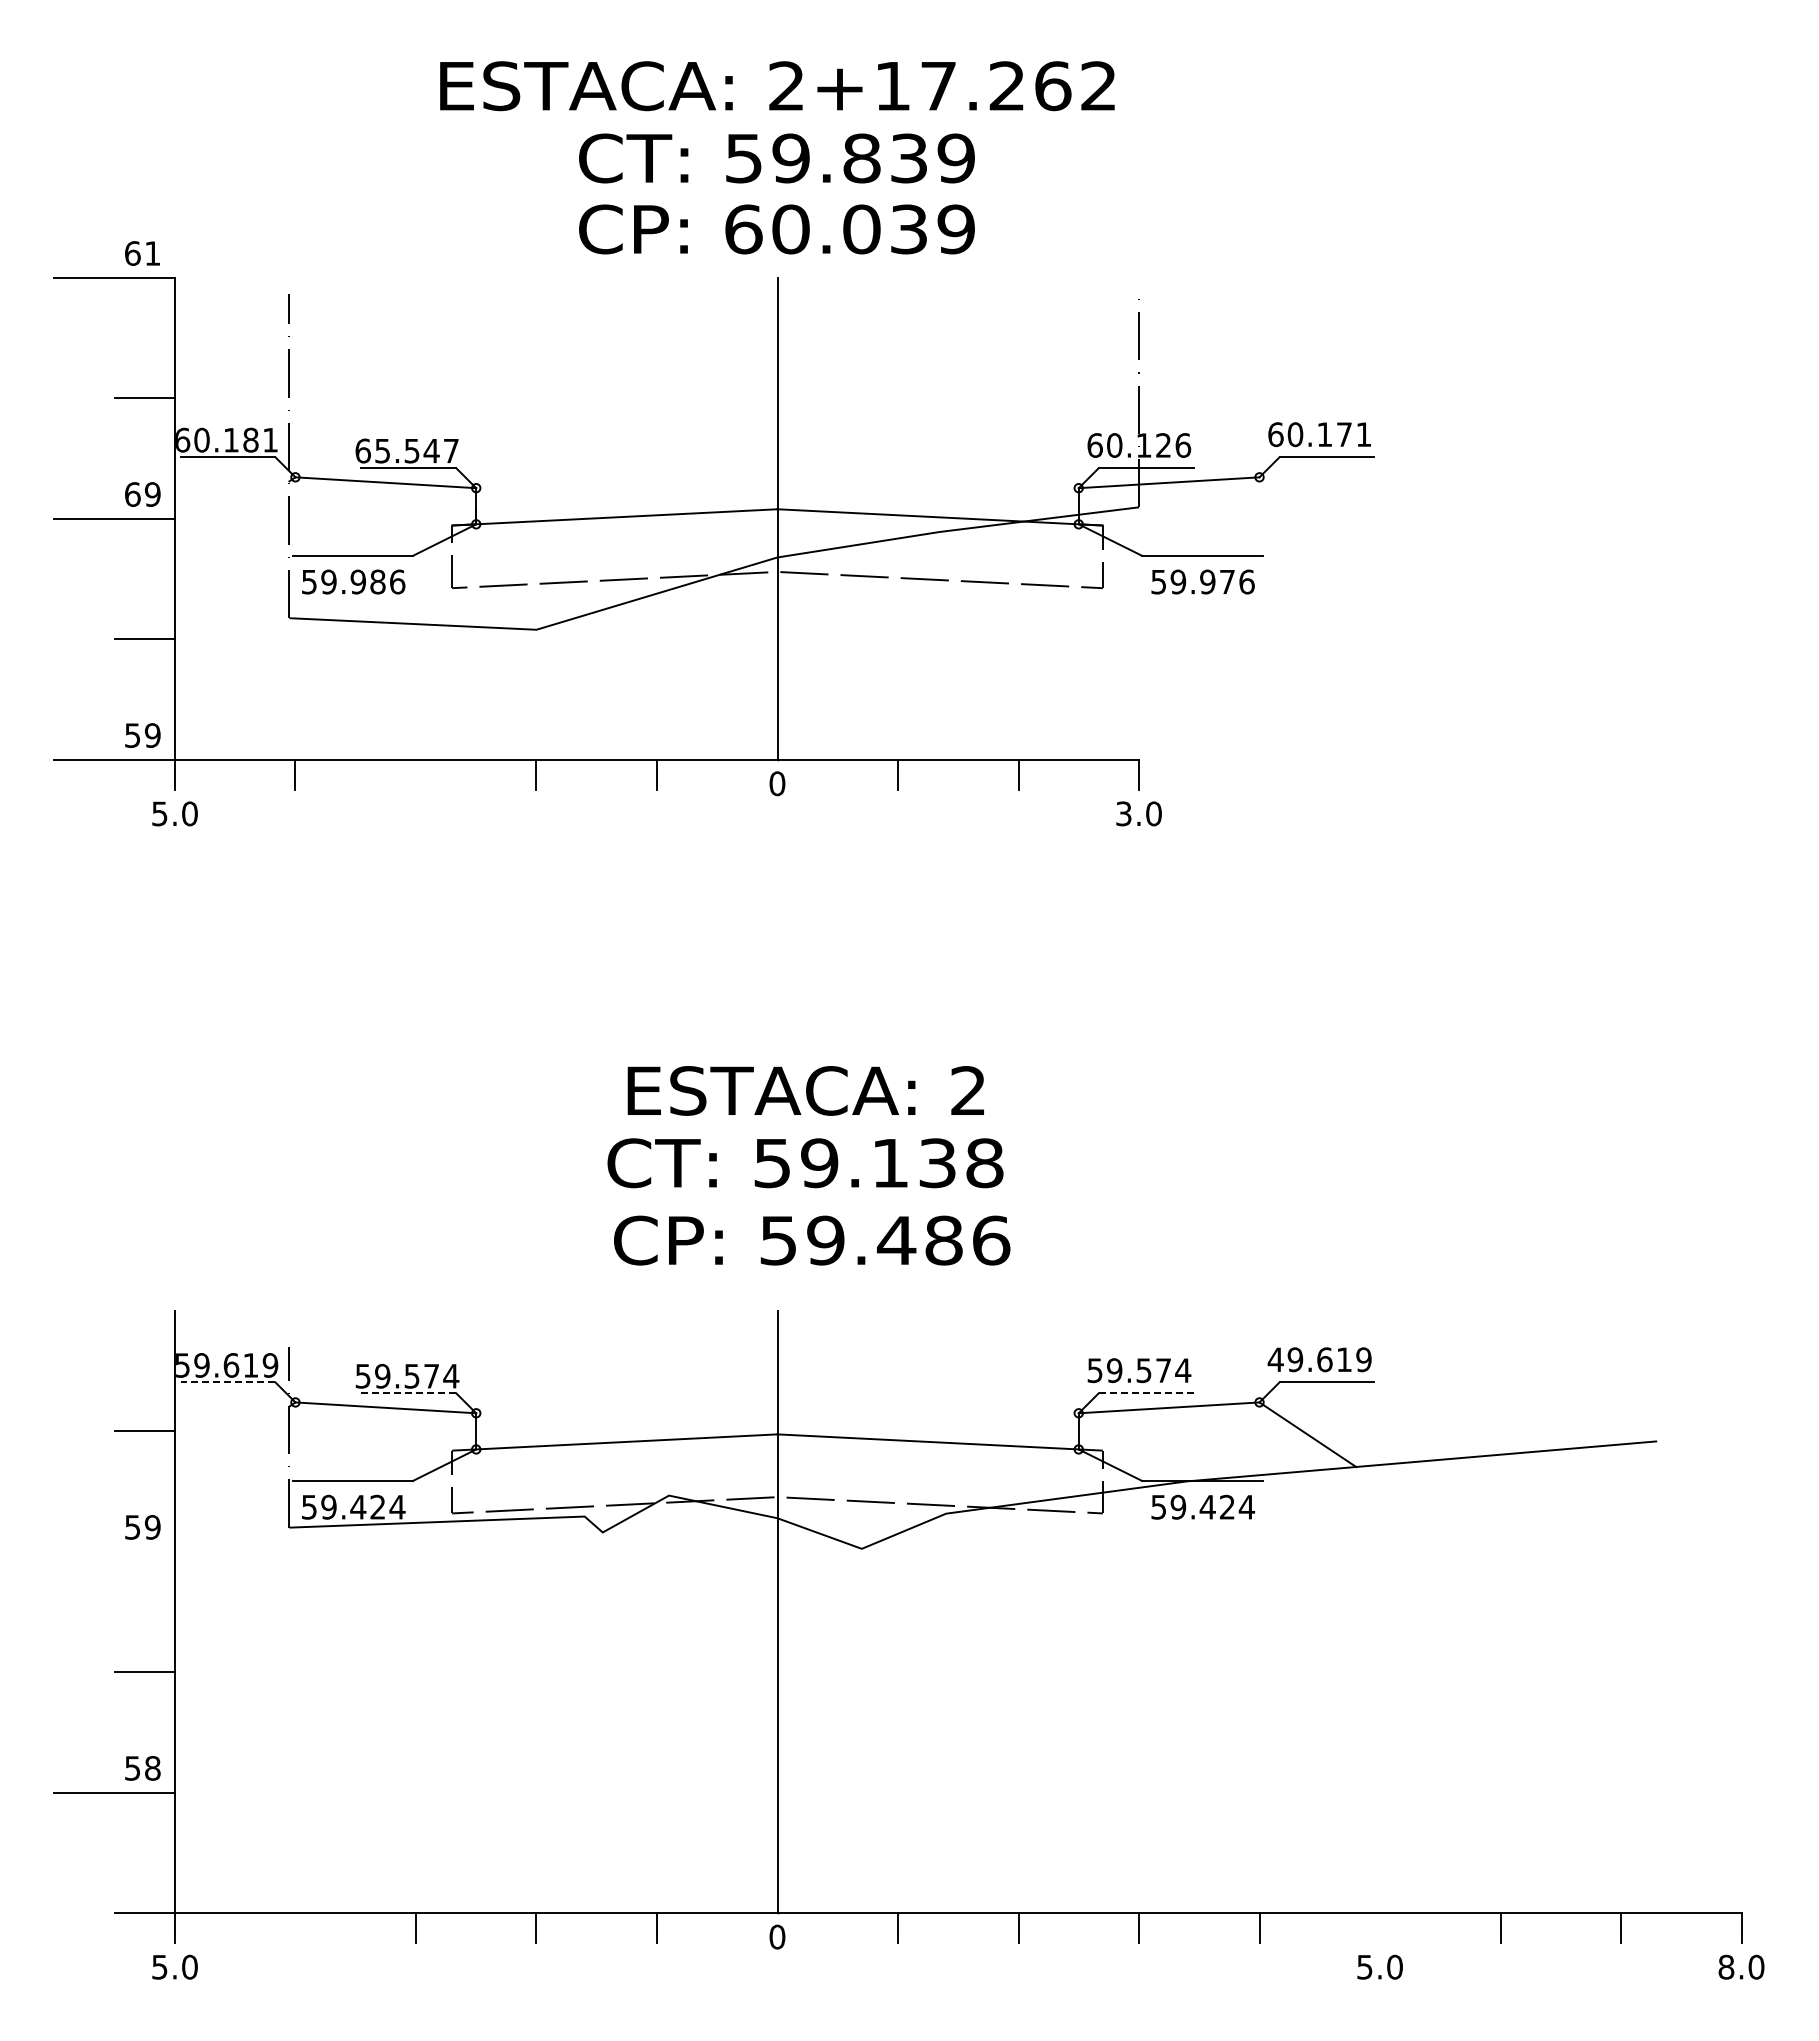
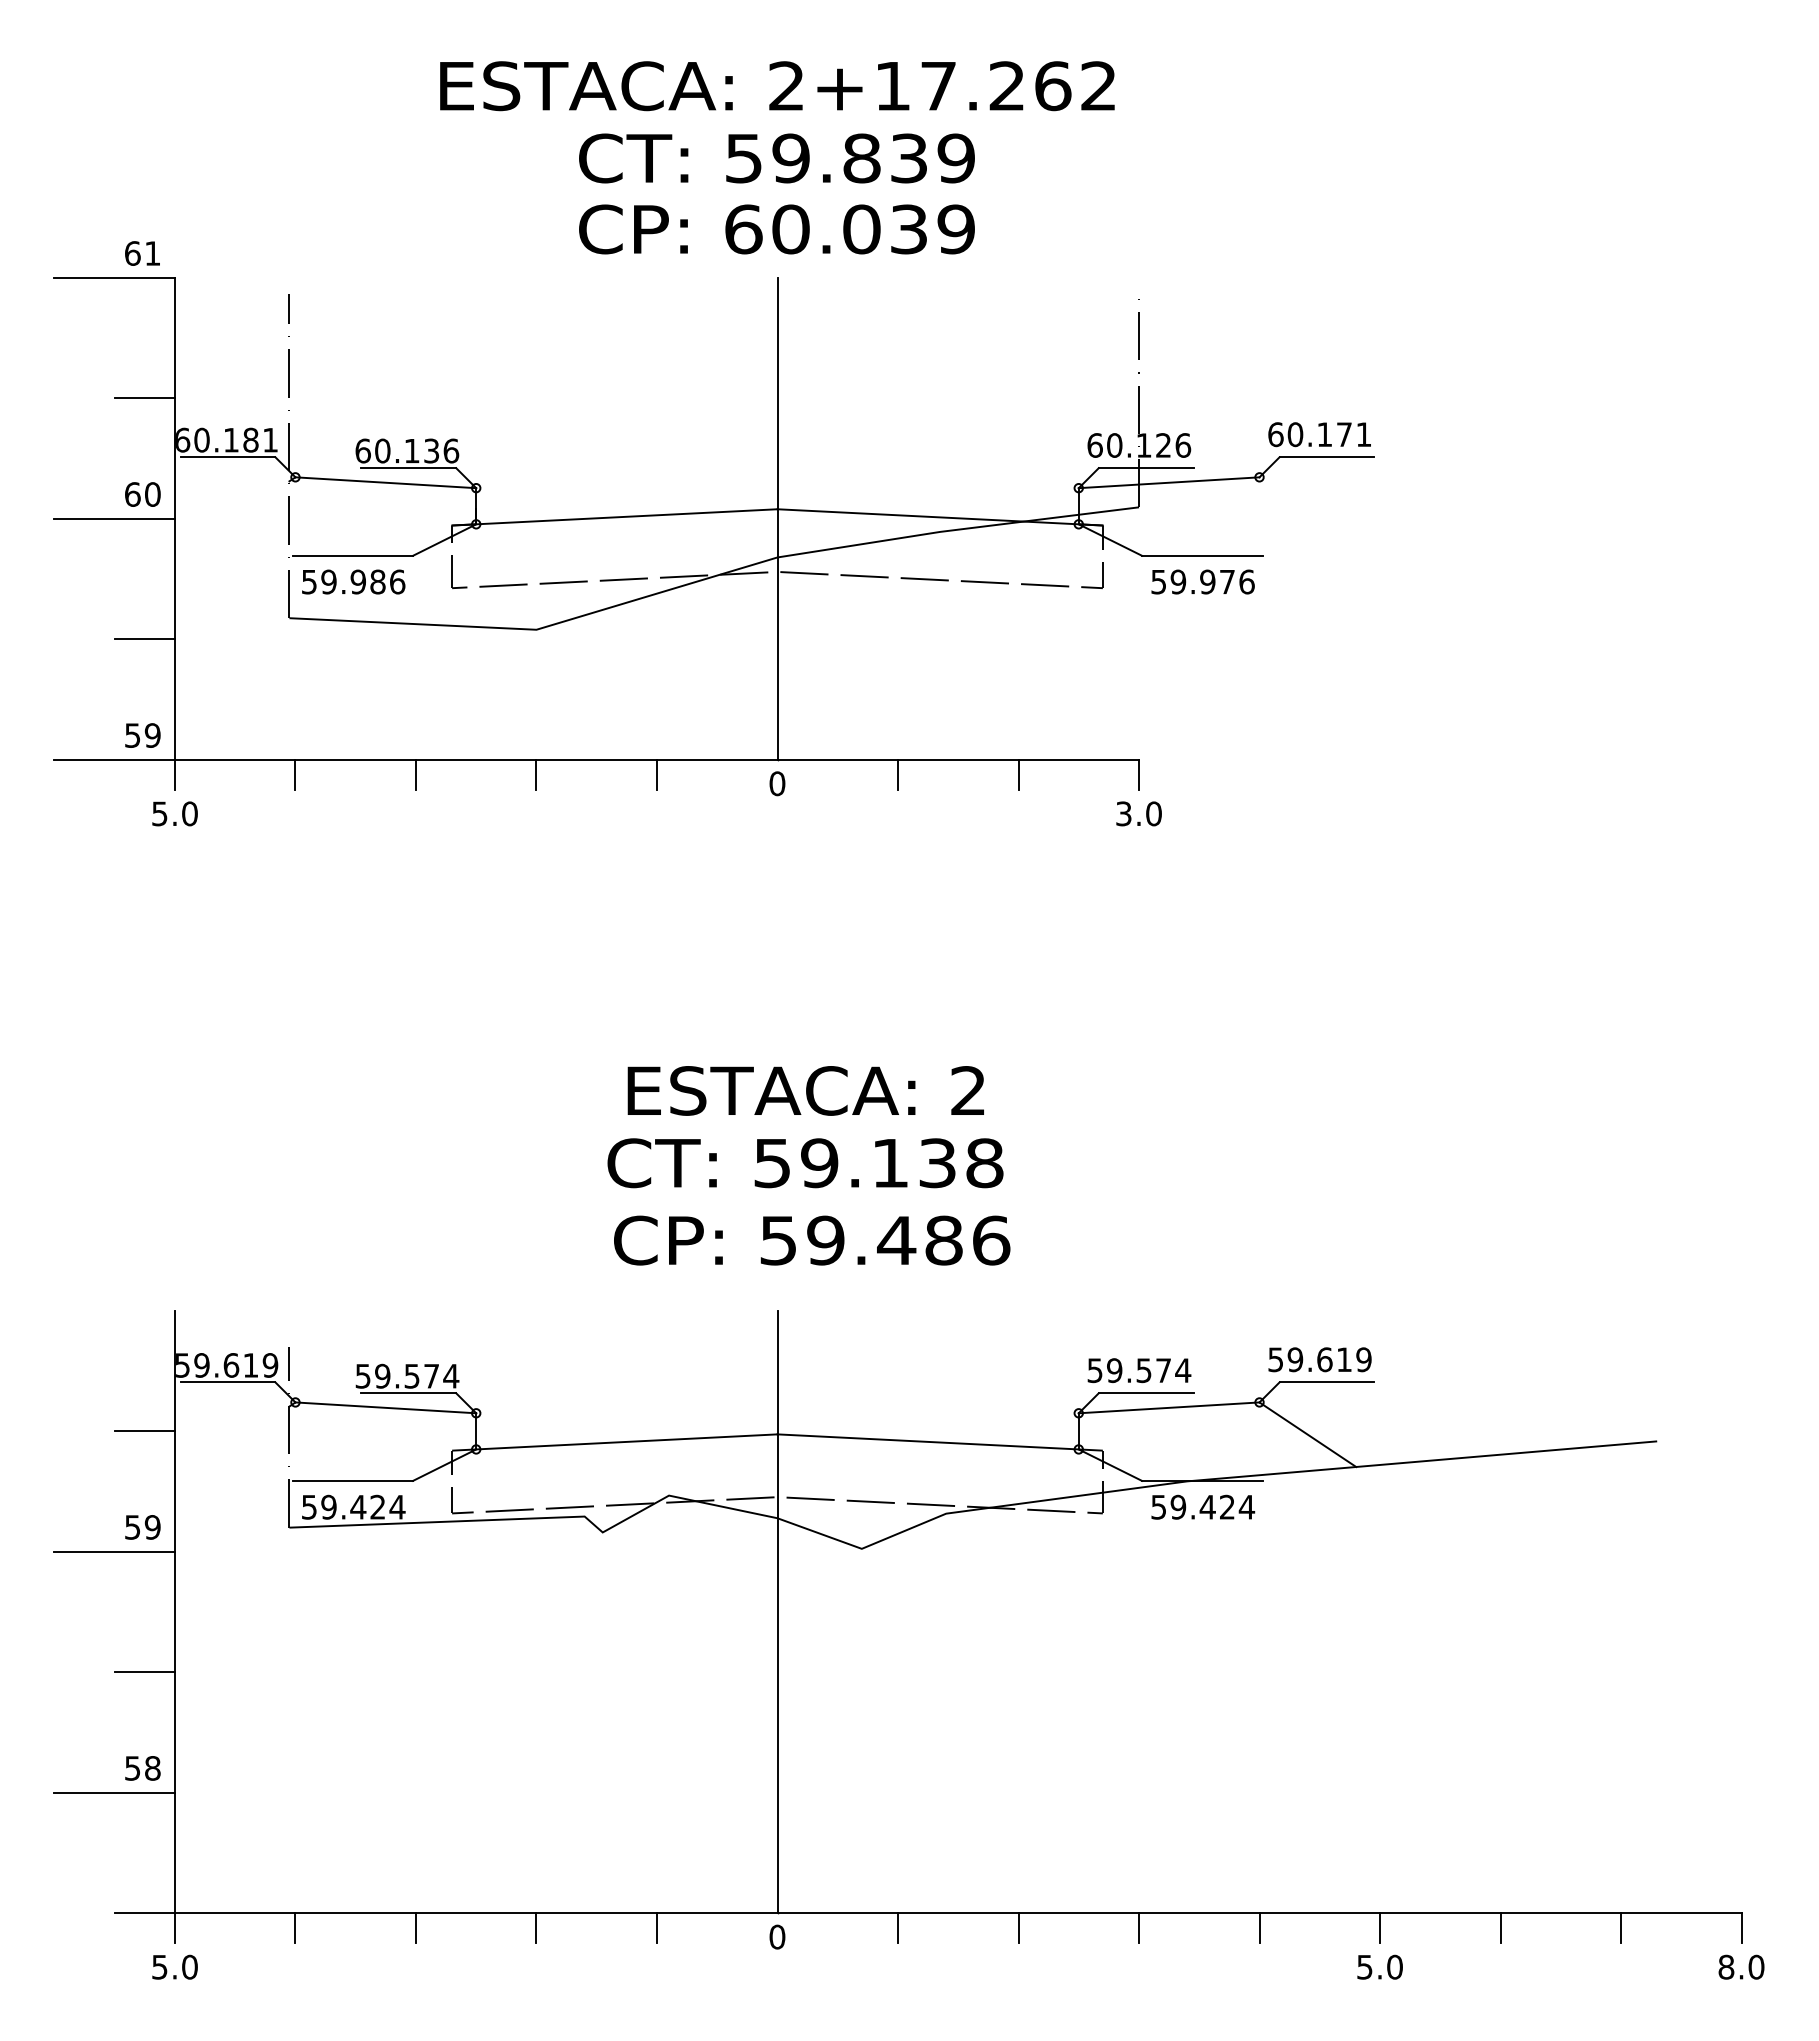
text at (417, 450): 65.547 -> 60.136
text at (152, 494): 69 -> 60
line at (415, 774): none -> present
text at (1275, 1359): 49.619 -> 59.619
line at (227, 1382): dashed -> solid
line at (408, 1393): dashed -> solid
line at (1146, 1393): dashed -> solid
line at (114, 1551): none -> present
line at (295, 1928): none -> present
line at (1380, 1928): none -> present
